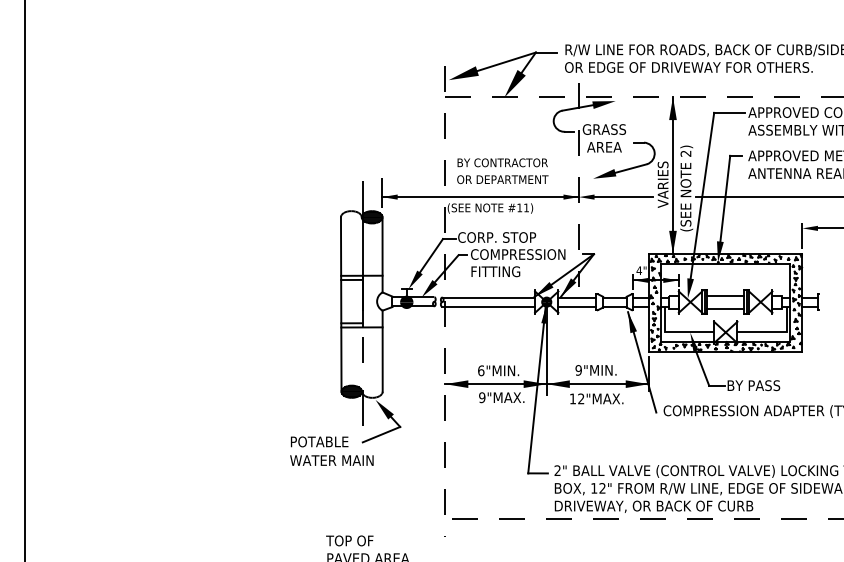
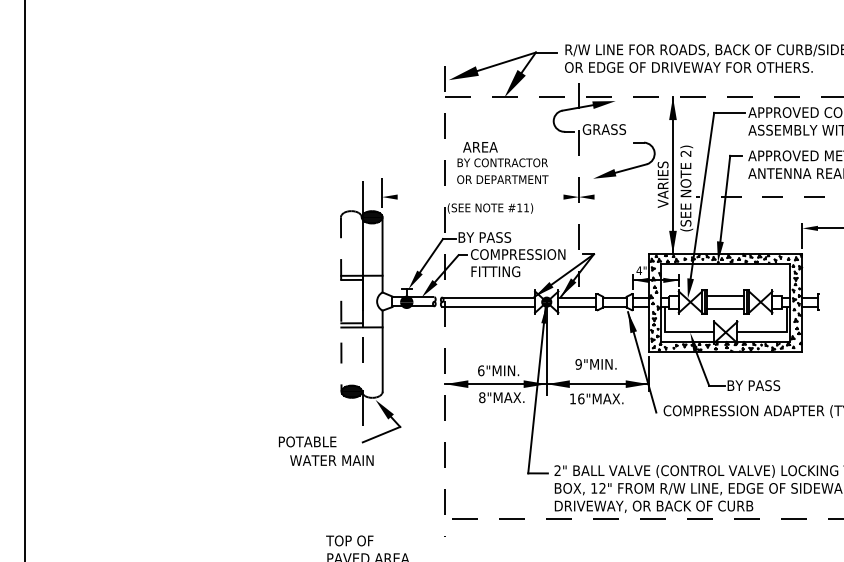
text at (604, 147) position: (604, 147) -> (480, 147)
line at (480, 197): present -> none
line at (623, 197): present -> none
line at (769, 197): solid -> dashed
text at (497, 237): CORP. STOP -> BY PASS
line at (341, 305): solid -> dashed
text at (595, 370) position: (595, 370) -> (595, 364)
text at (482, 397): 9"MAX. -> 8"MAX.
text at (581, 398): 12"MAX. -> 16"MAX.
text at (319, 441) position: (319, 441) -> (307, 441)
